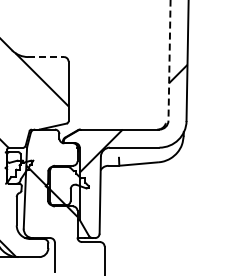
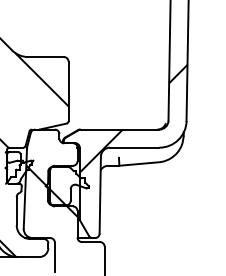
line at (46, 57): dashed -> solid
line at (169, 60): dashed -> solid
